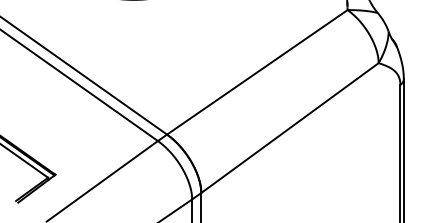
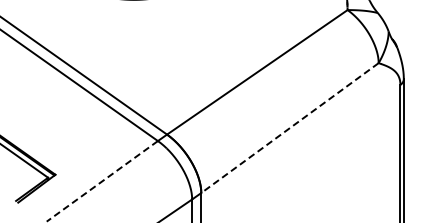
line at (289, 128): solid -> dashed
line at (102, 181): solid -> dashed
